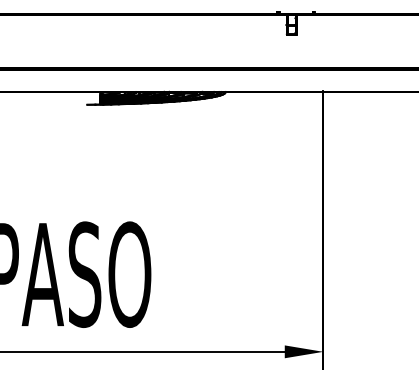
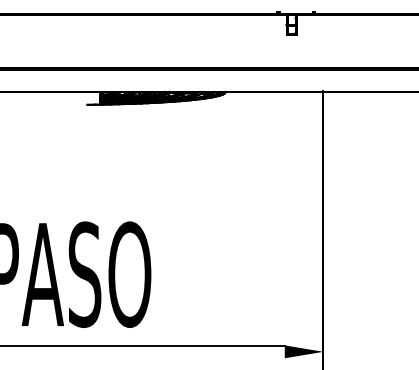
line at (143, 351) position: (143, 351) -> (143, 345)
